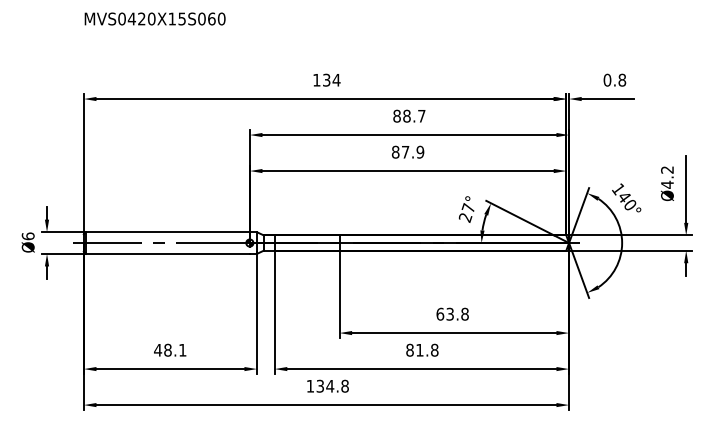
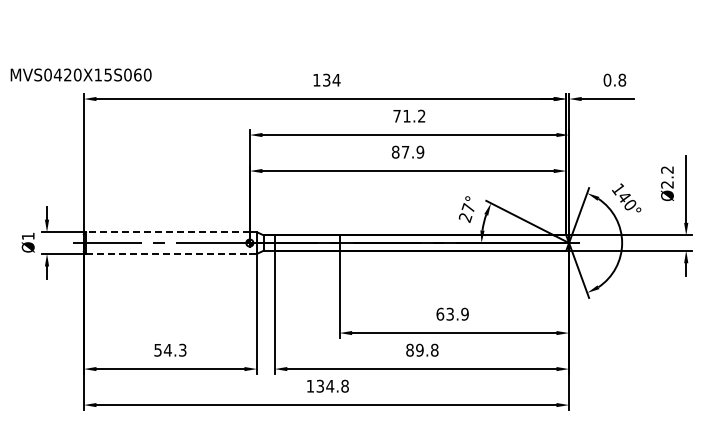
text at (154, 18) position: (154, 18) -> (80, 74)
text at (409, 115): 88.7 -> 71.2
text at (667, 184): Ø4.2 -> Ø2.2
line at (167, 232): solid -> dashed
text at (27, 236): Ø6 -> Ø1
line at (167, 253): solid -> dashed
text at (464, 314): 63.8 -> 63.9
text at (170, 349): 48.1 -> 54.3
text at (419, 349): 81.8 -> 89.8
